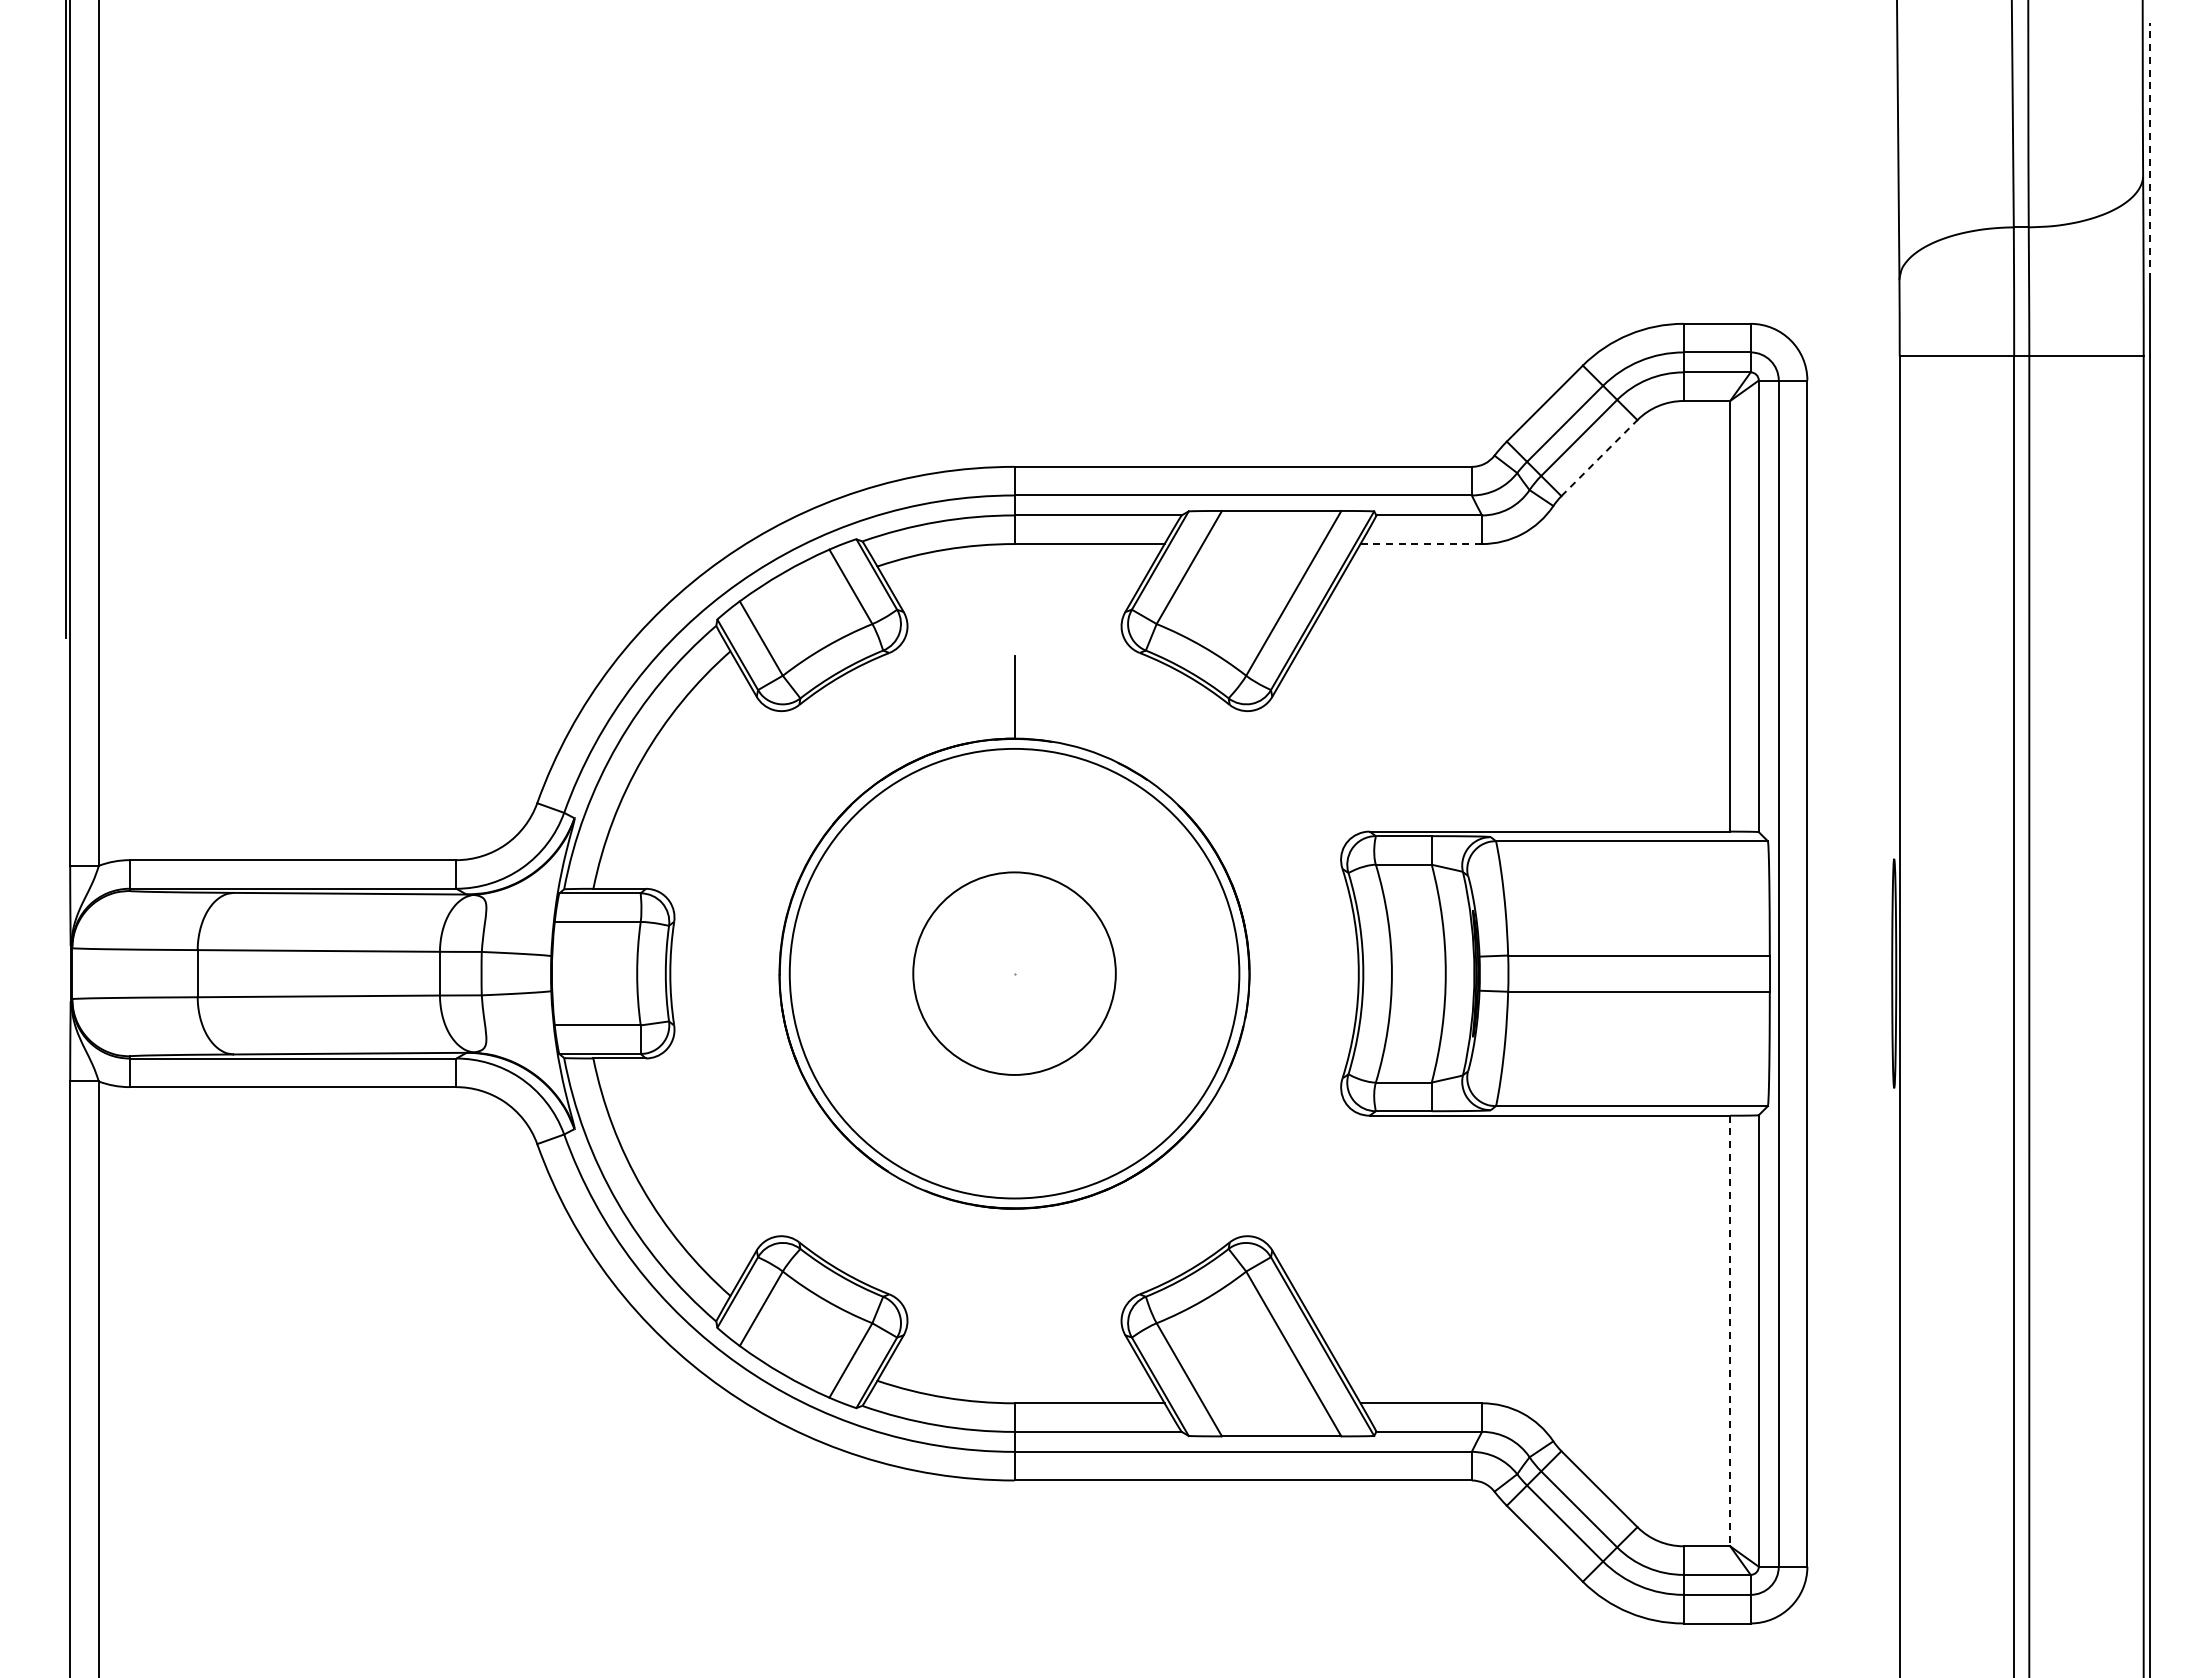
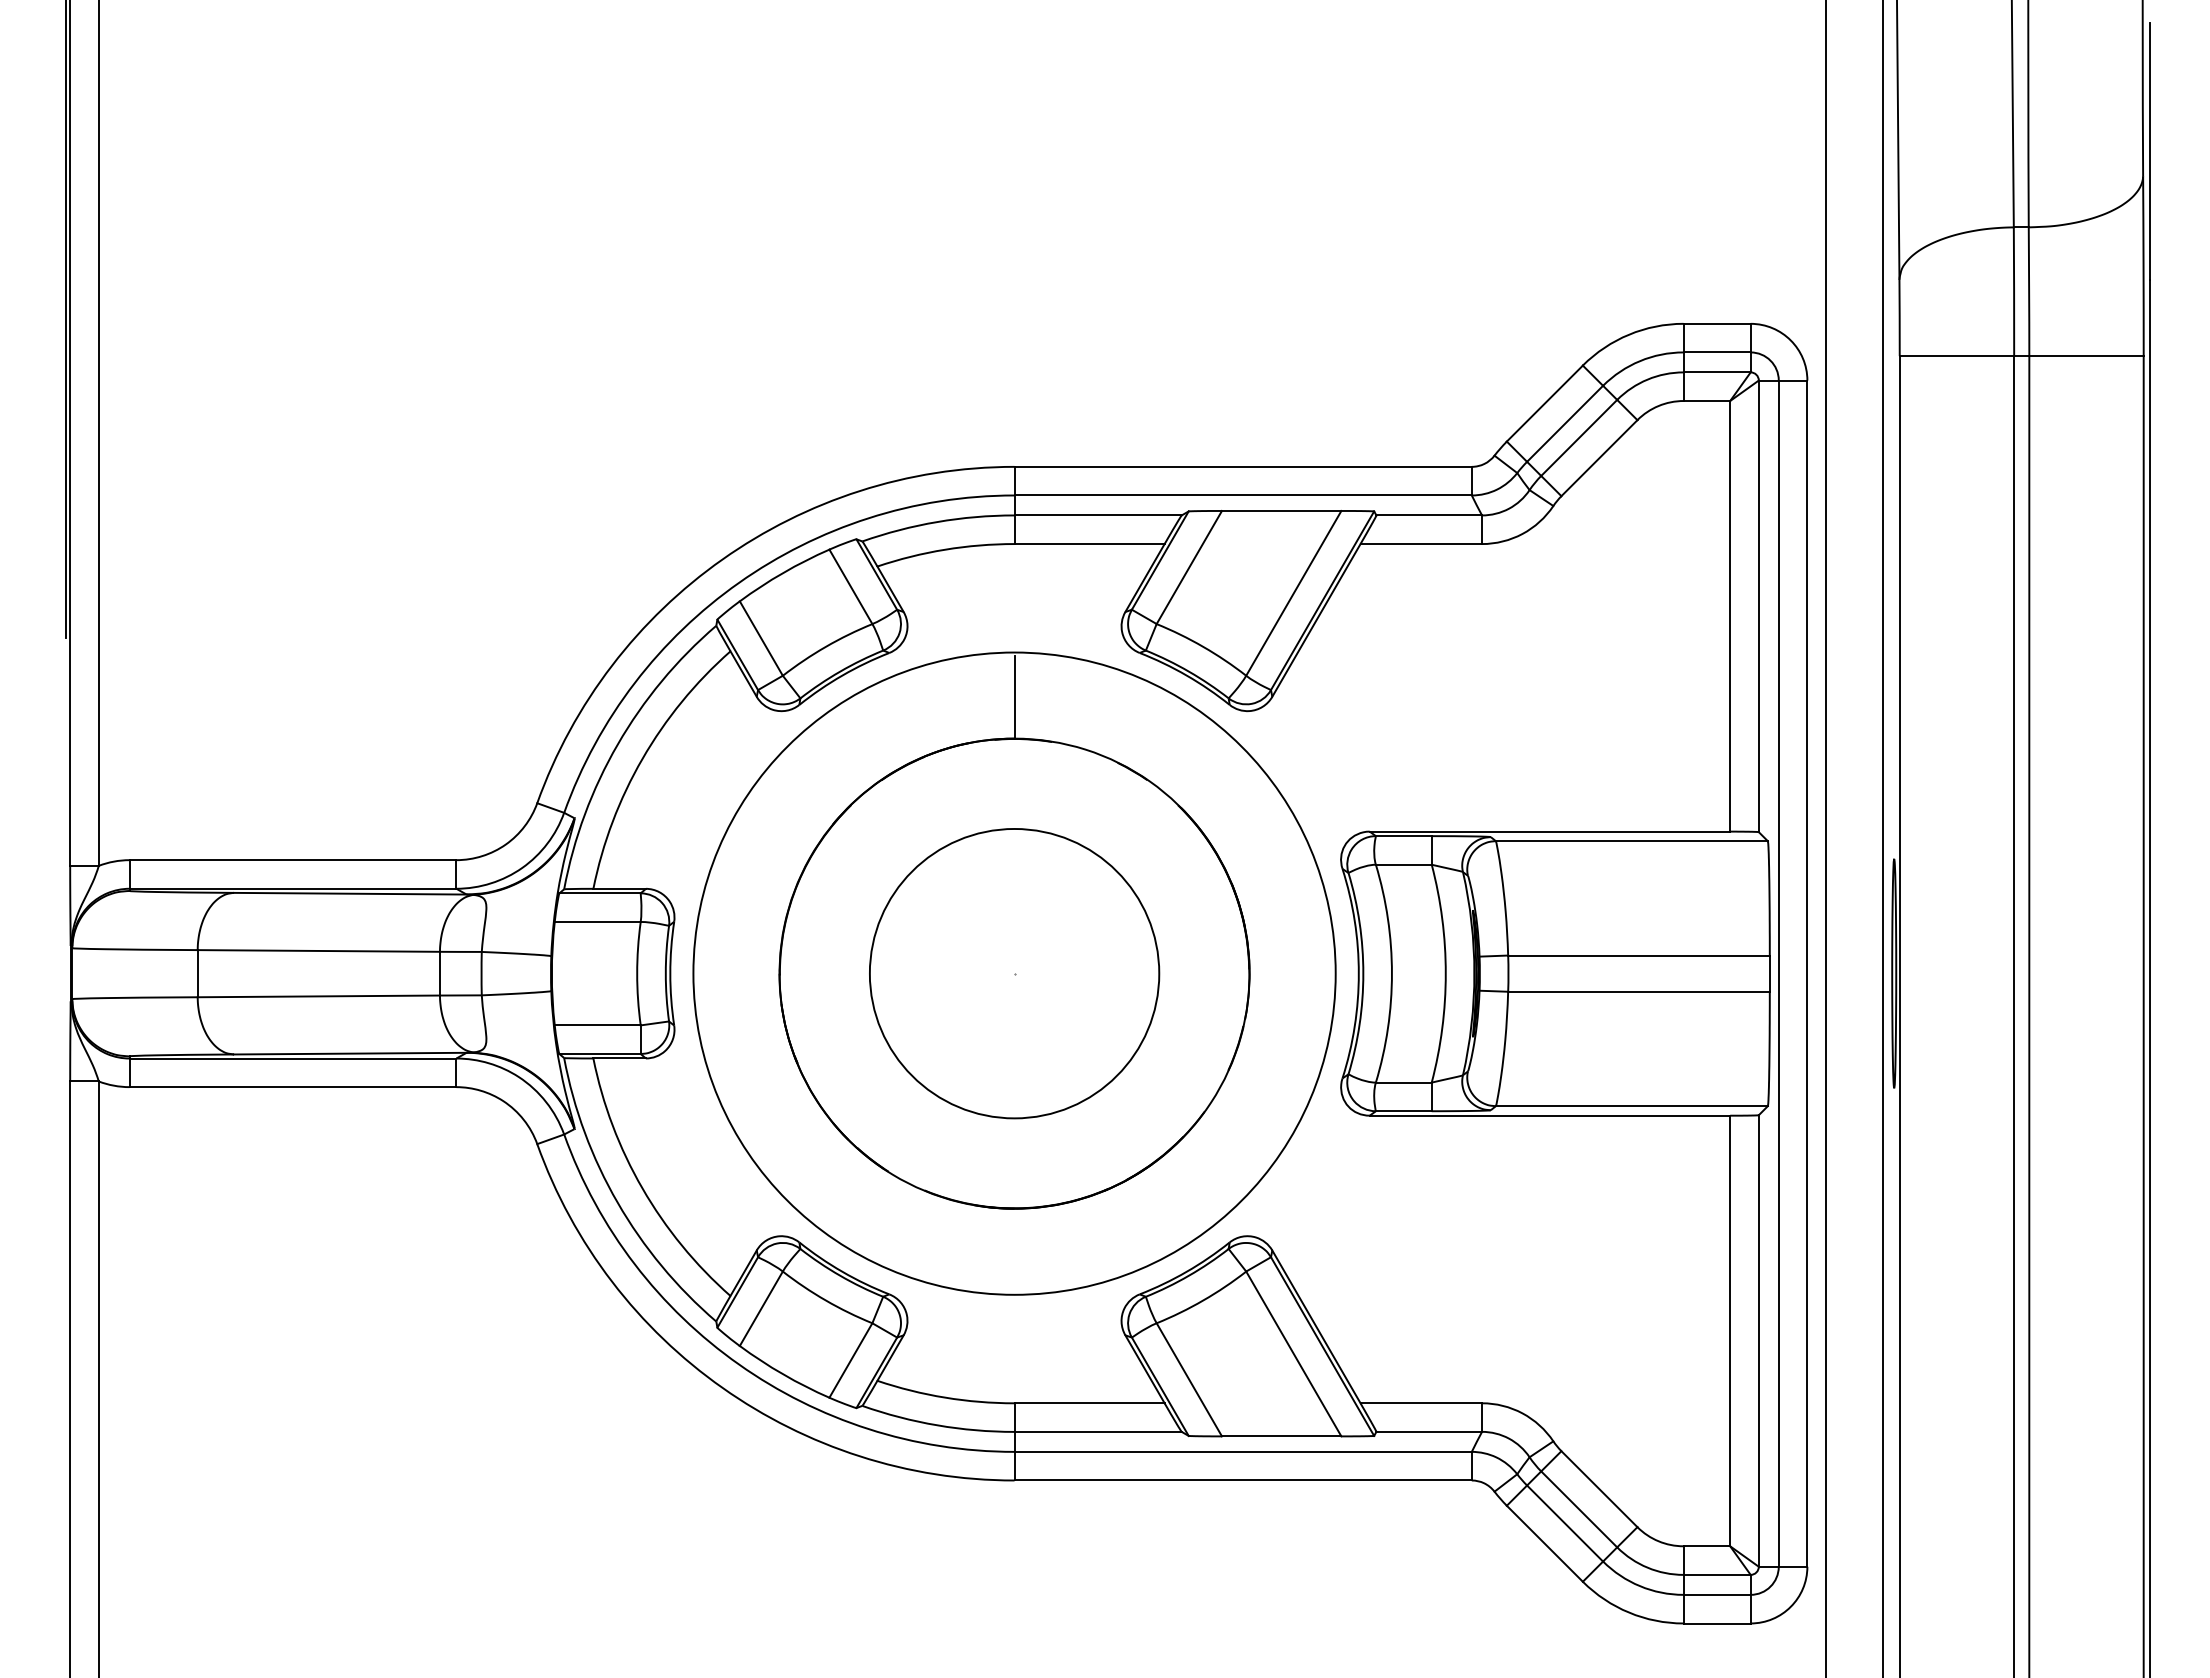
line at (2150, 151): dashed -> solid
line at (1599, 458): dashed -> solid
line at (1421, 544): dashed -> solid
line at (1825, 838): none -> present
line at (1882, 838): none -> present
circle at (1014, 973) diameter: 203 px -> 289 px
circle at (1014, 973) diameter: 450 px -> 642 px
line at (1730, 1331): dashed -> solid
